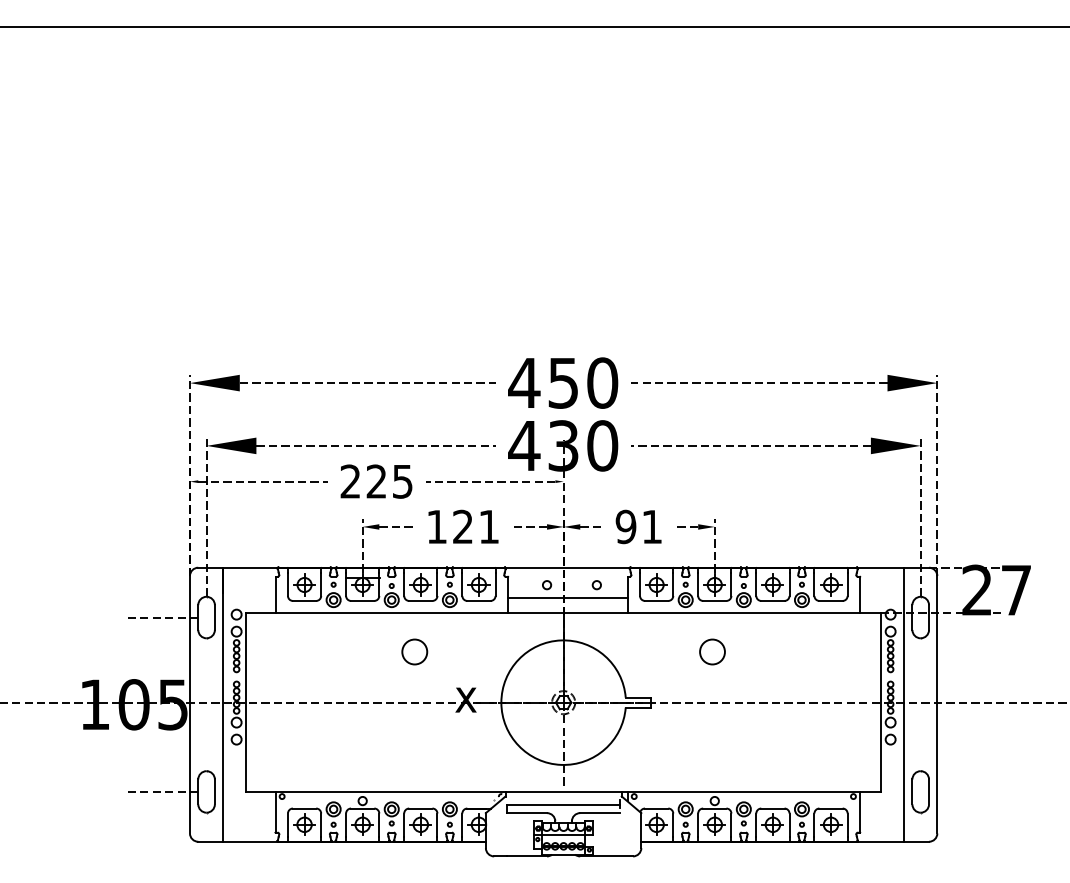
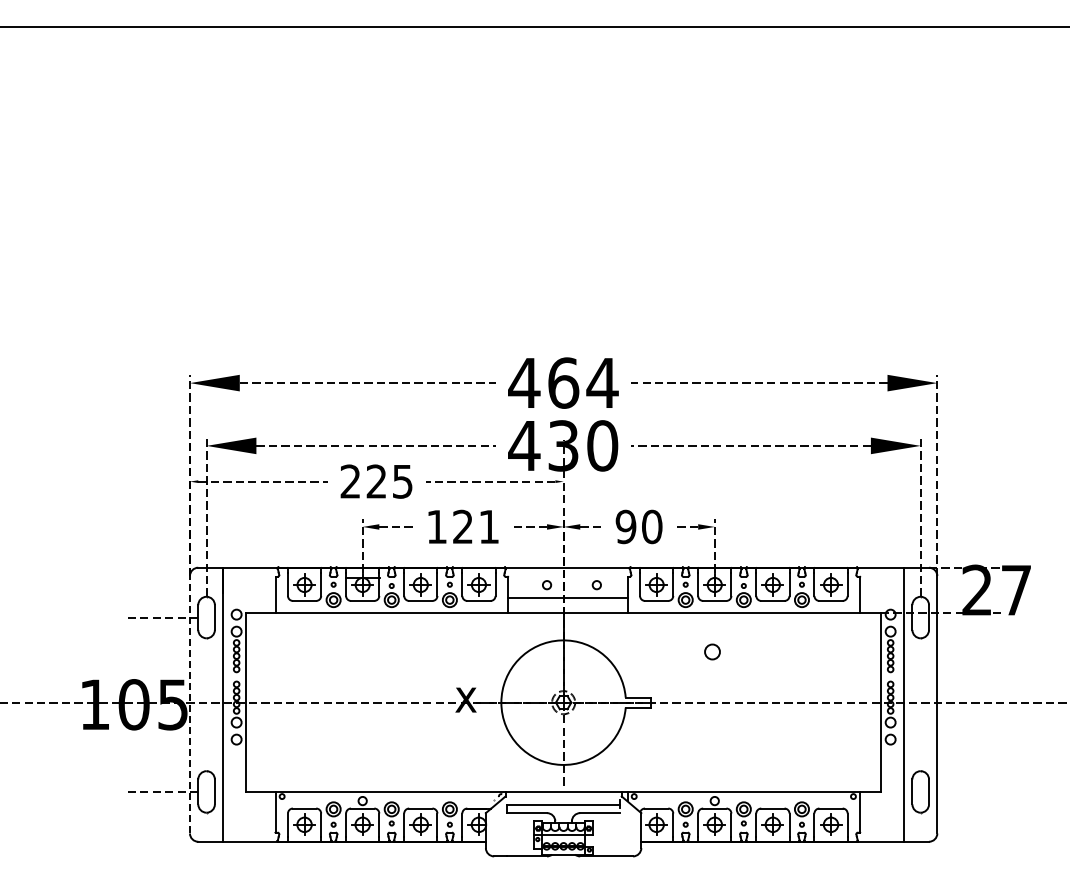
text at (583, 382): 450 -> 464
text at (652, 526): 91 -> 90
circle at (414, 651): present -> none
circle at (712, 651) size: 27x28 px -> 17x18 px
line at (189, 704): solid -> dashed
